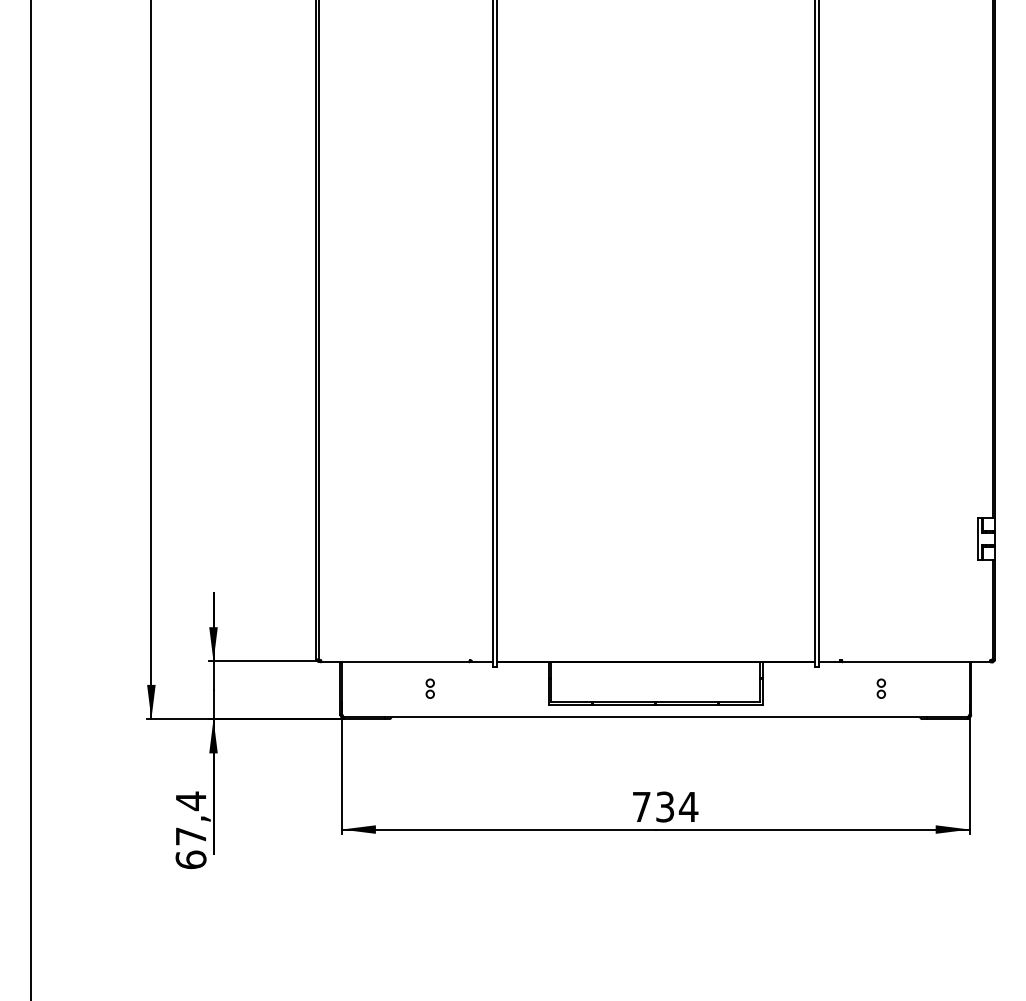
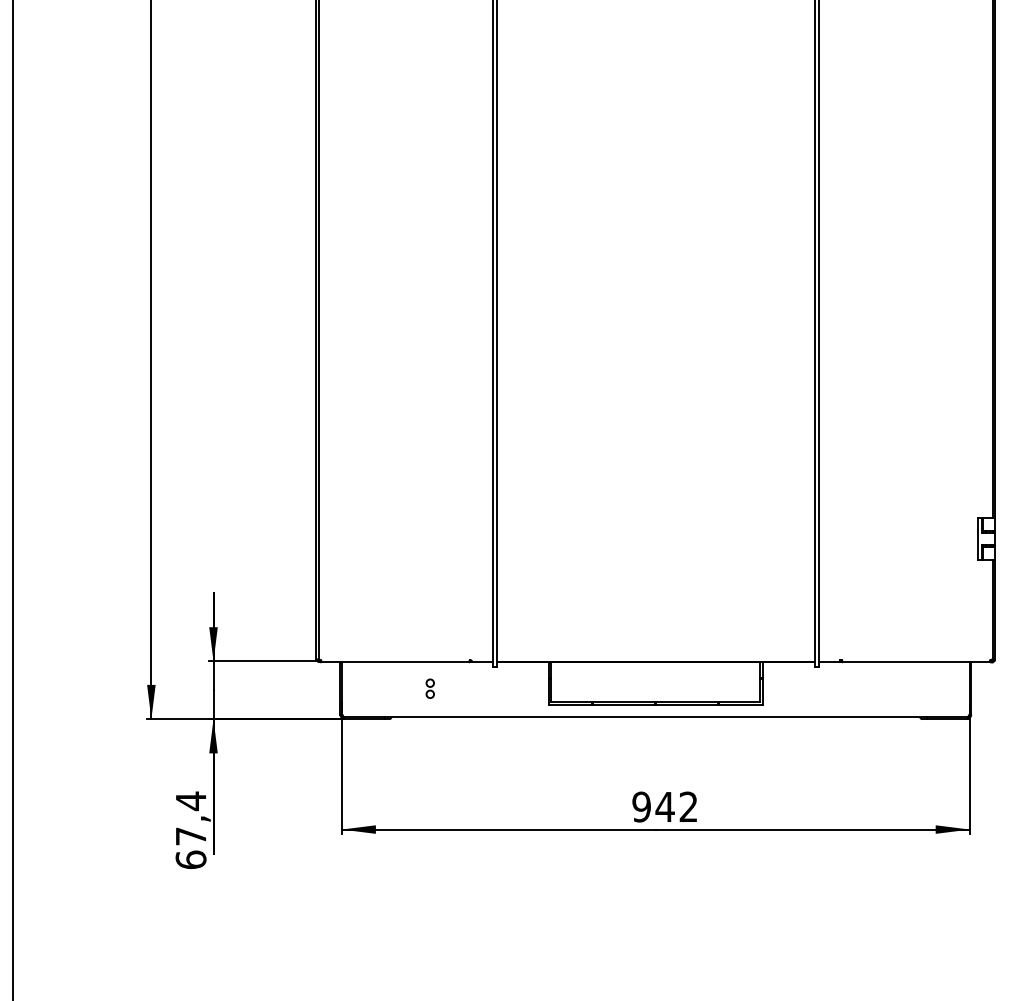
line at (30, 499) position: (30, 499) -> (12, 499)
part at (880, 688): present -> none
text at (665, 806): 734 -> 942
